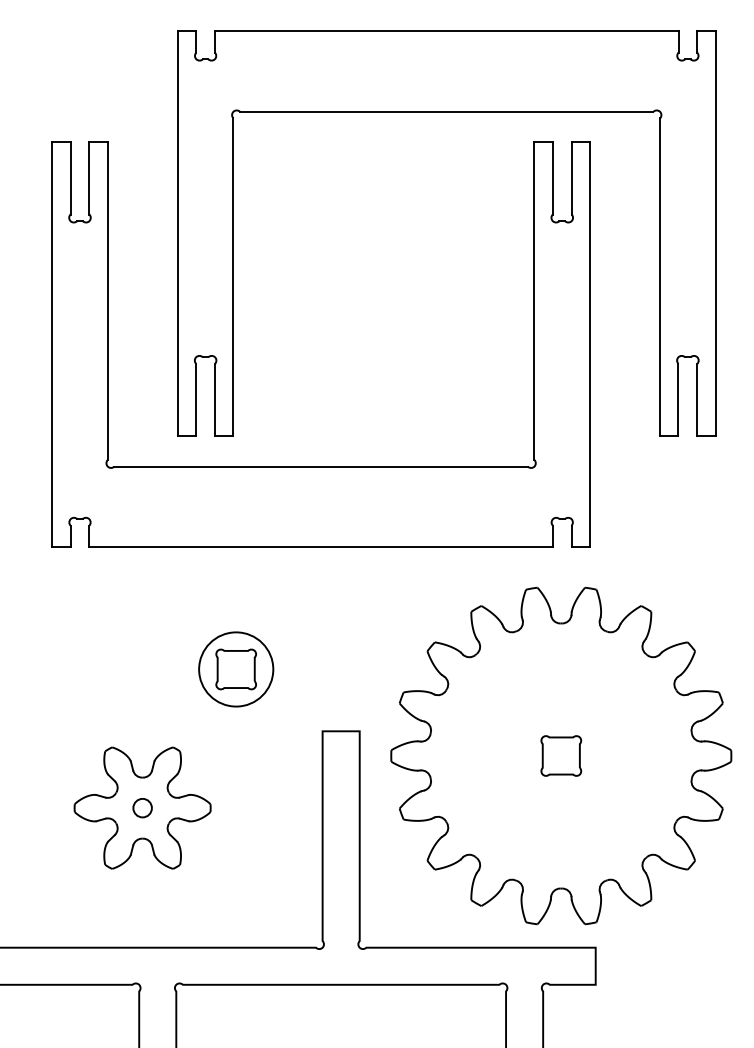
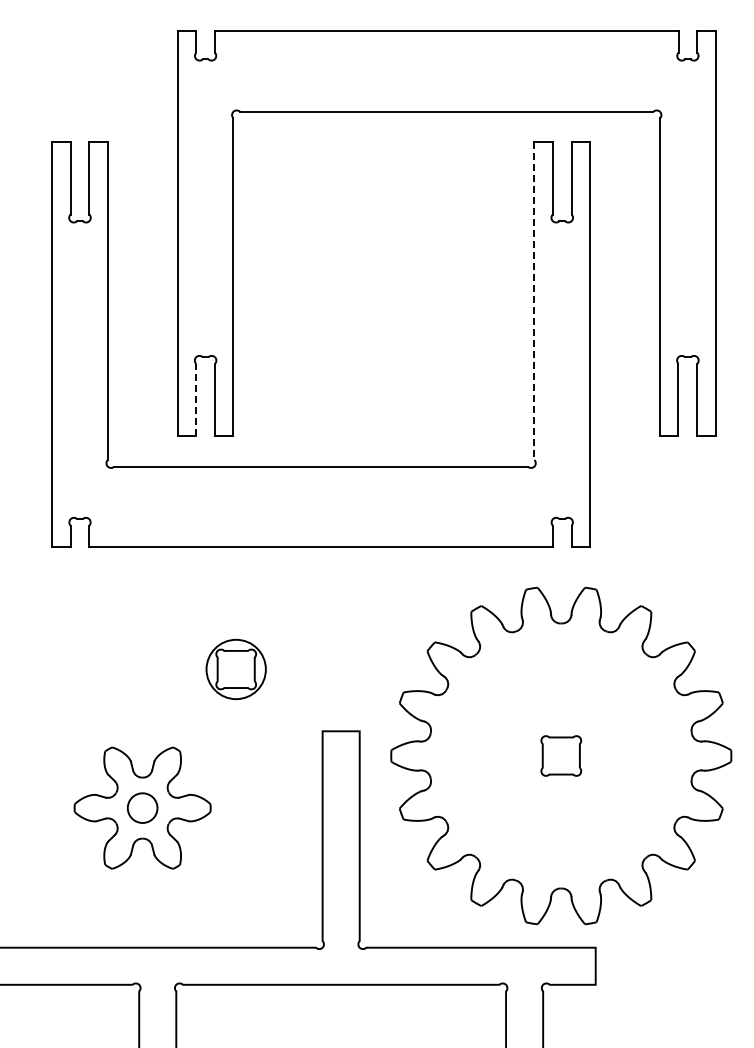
line at (534, 301): solid -> dashed
line at (196, 399): solid -> dashed
circle at (236, 669) diameter: 74 px -> 59 px
circle at (142, 807) diameter: 19 px -> 30 px
